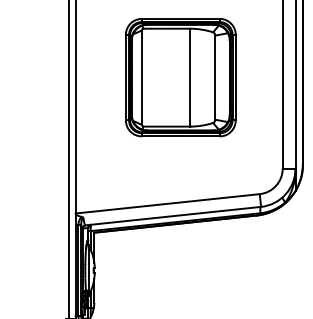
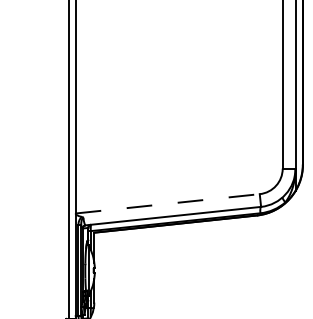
part at (180, 77): present -> none
line at (167, 203): solid -> dashed
